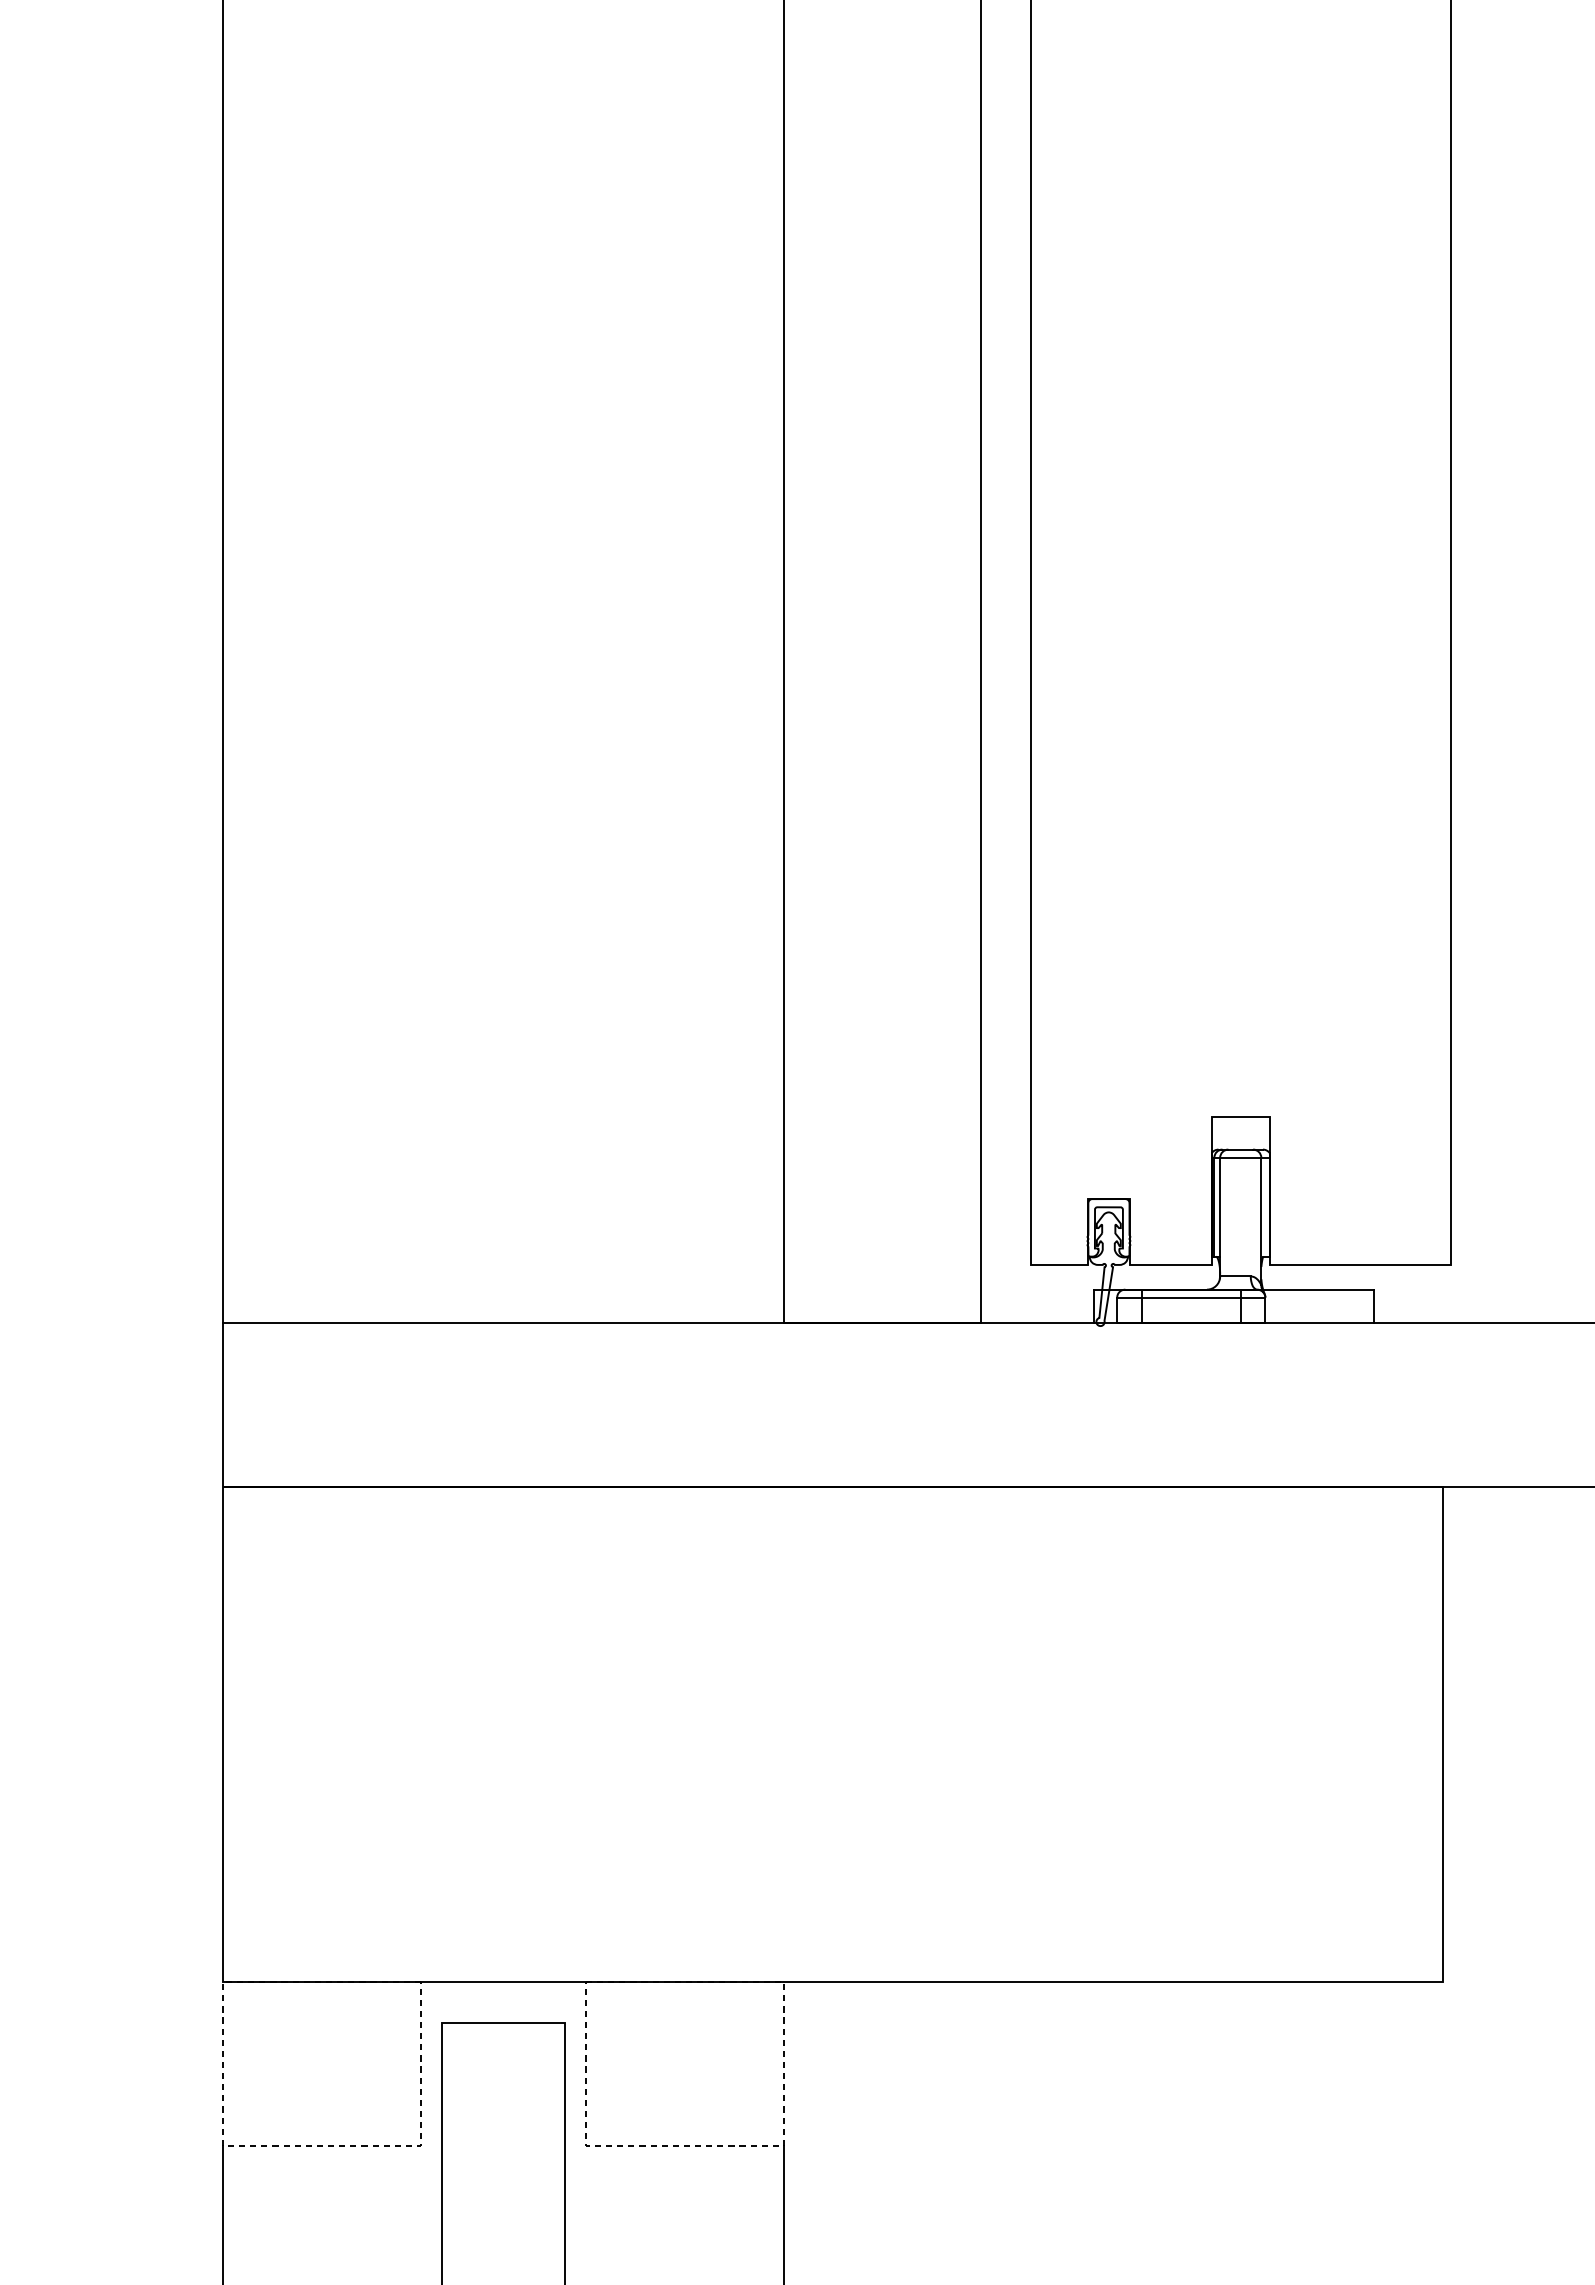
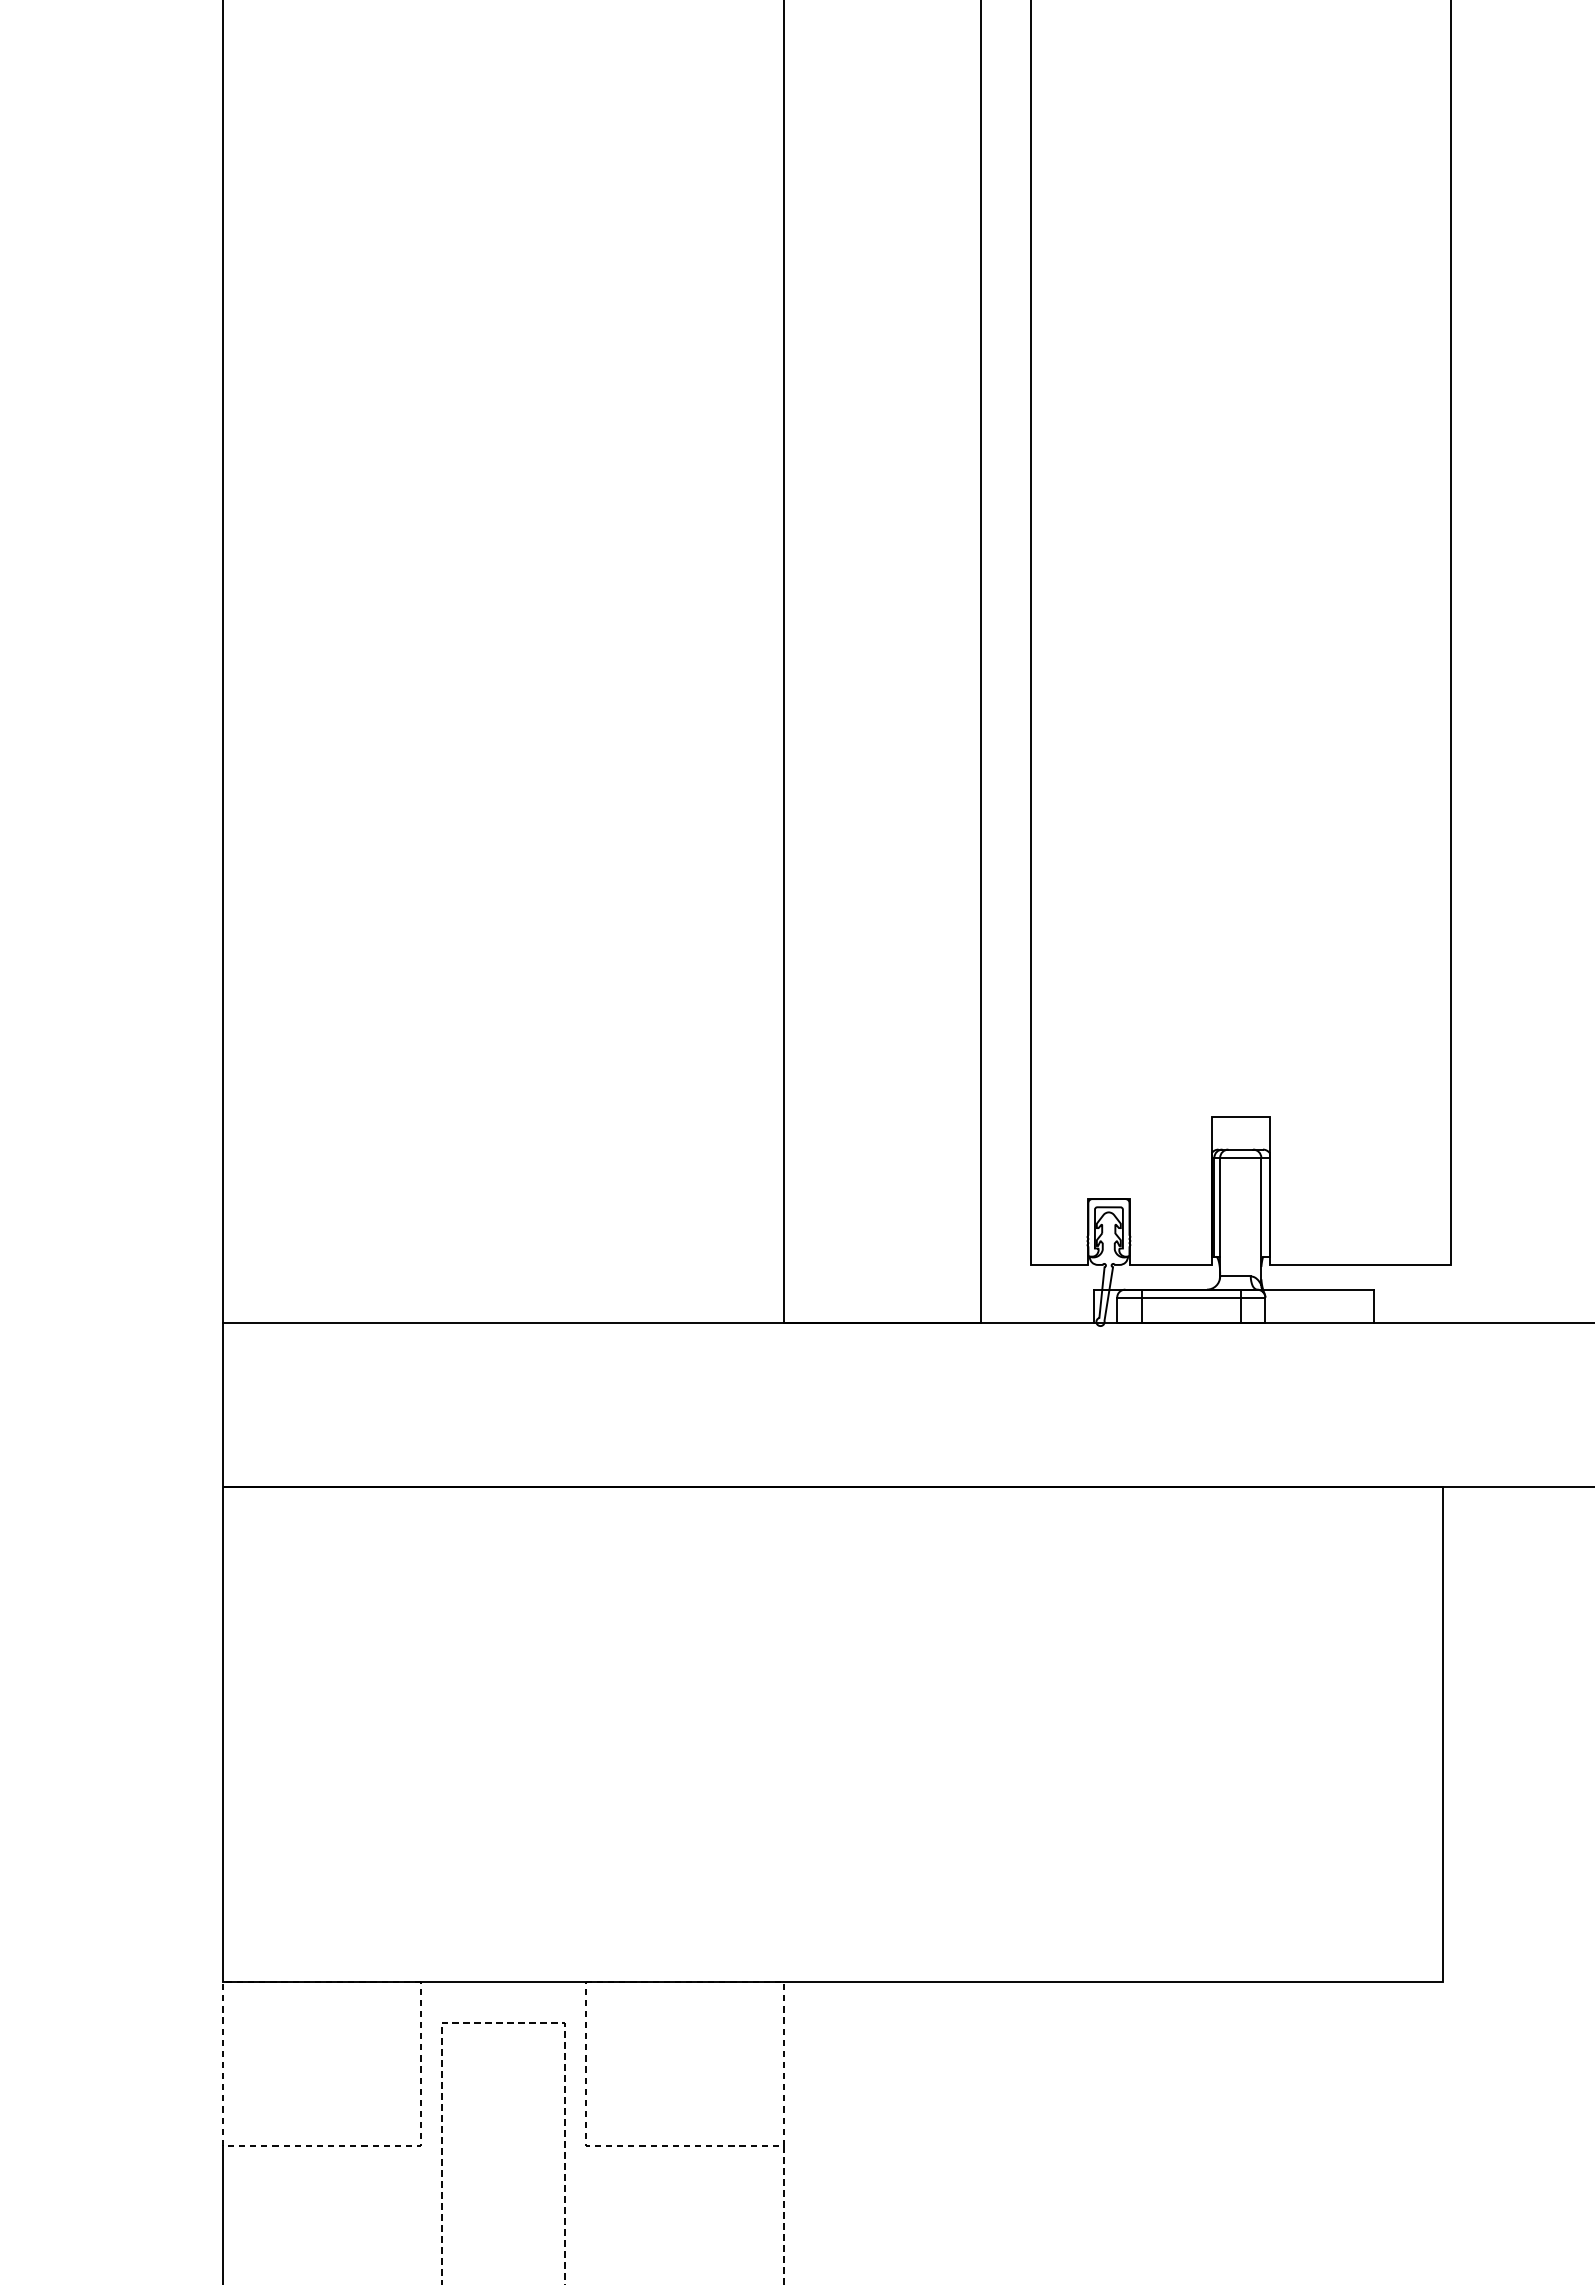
line at (503, 2022): solid -> dashed
line at (783, 2215): solid -> dashed
